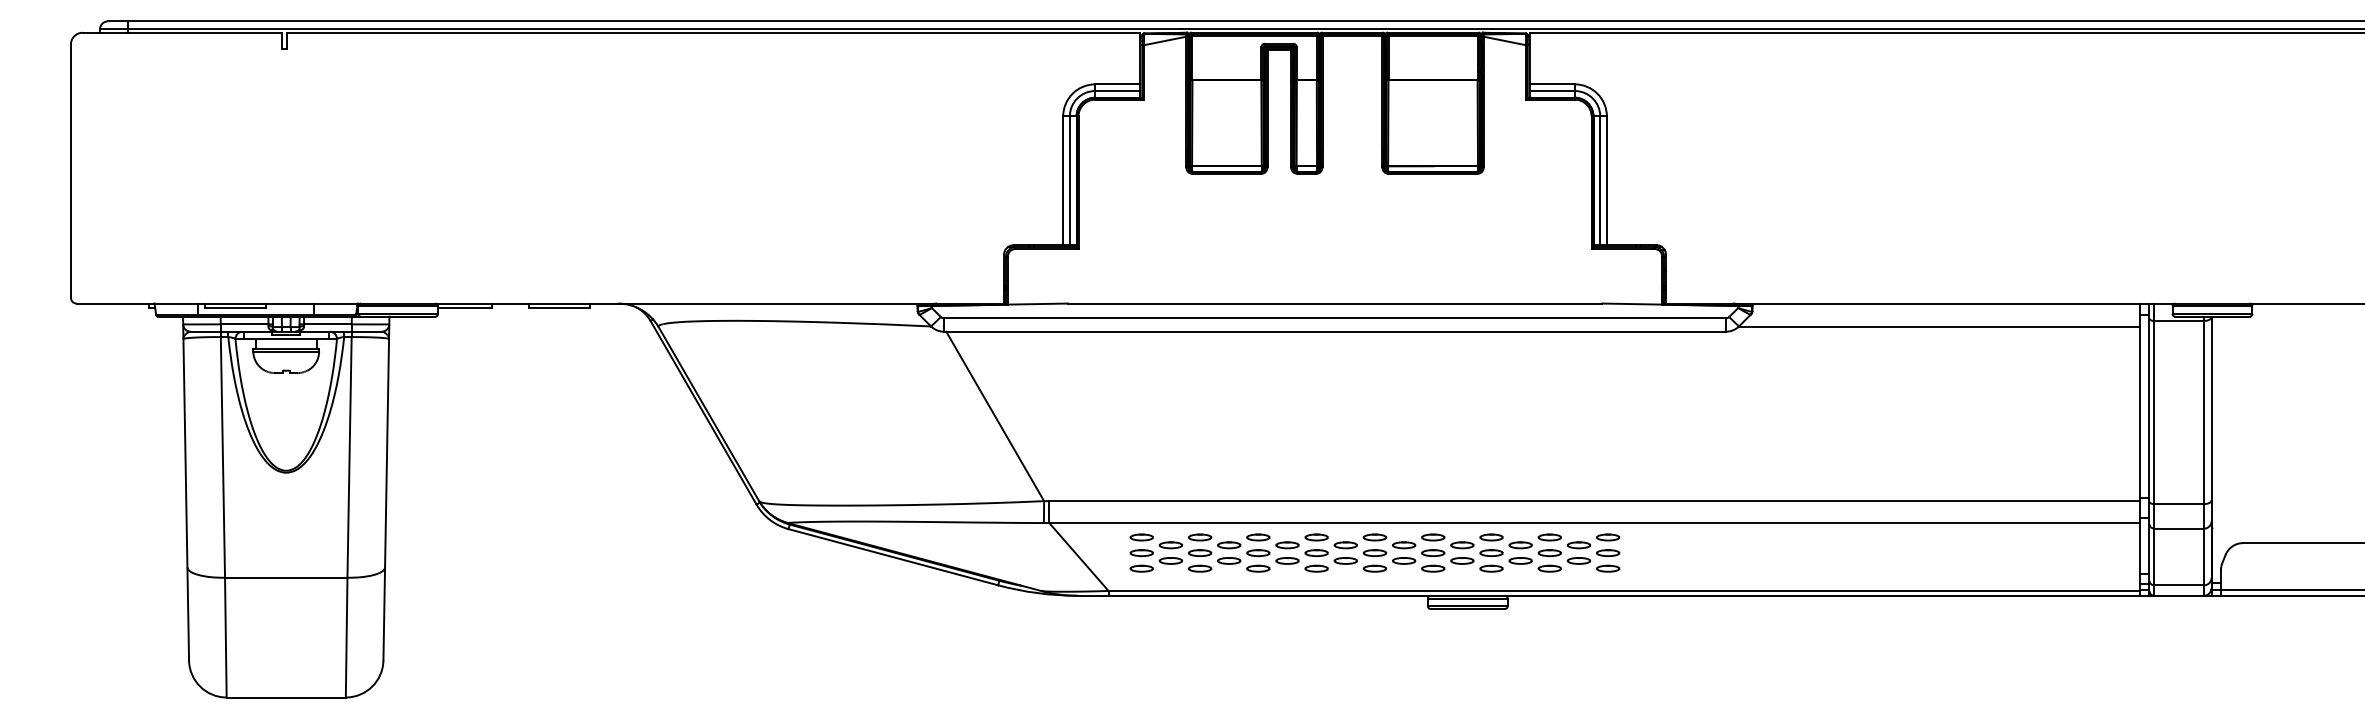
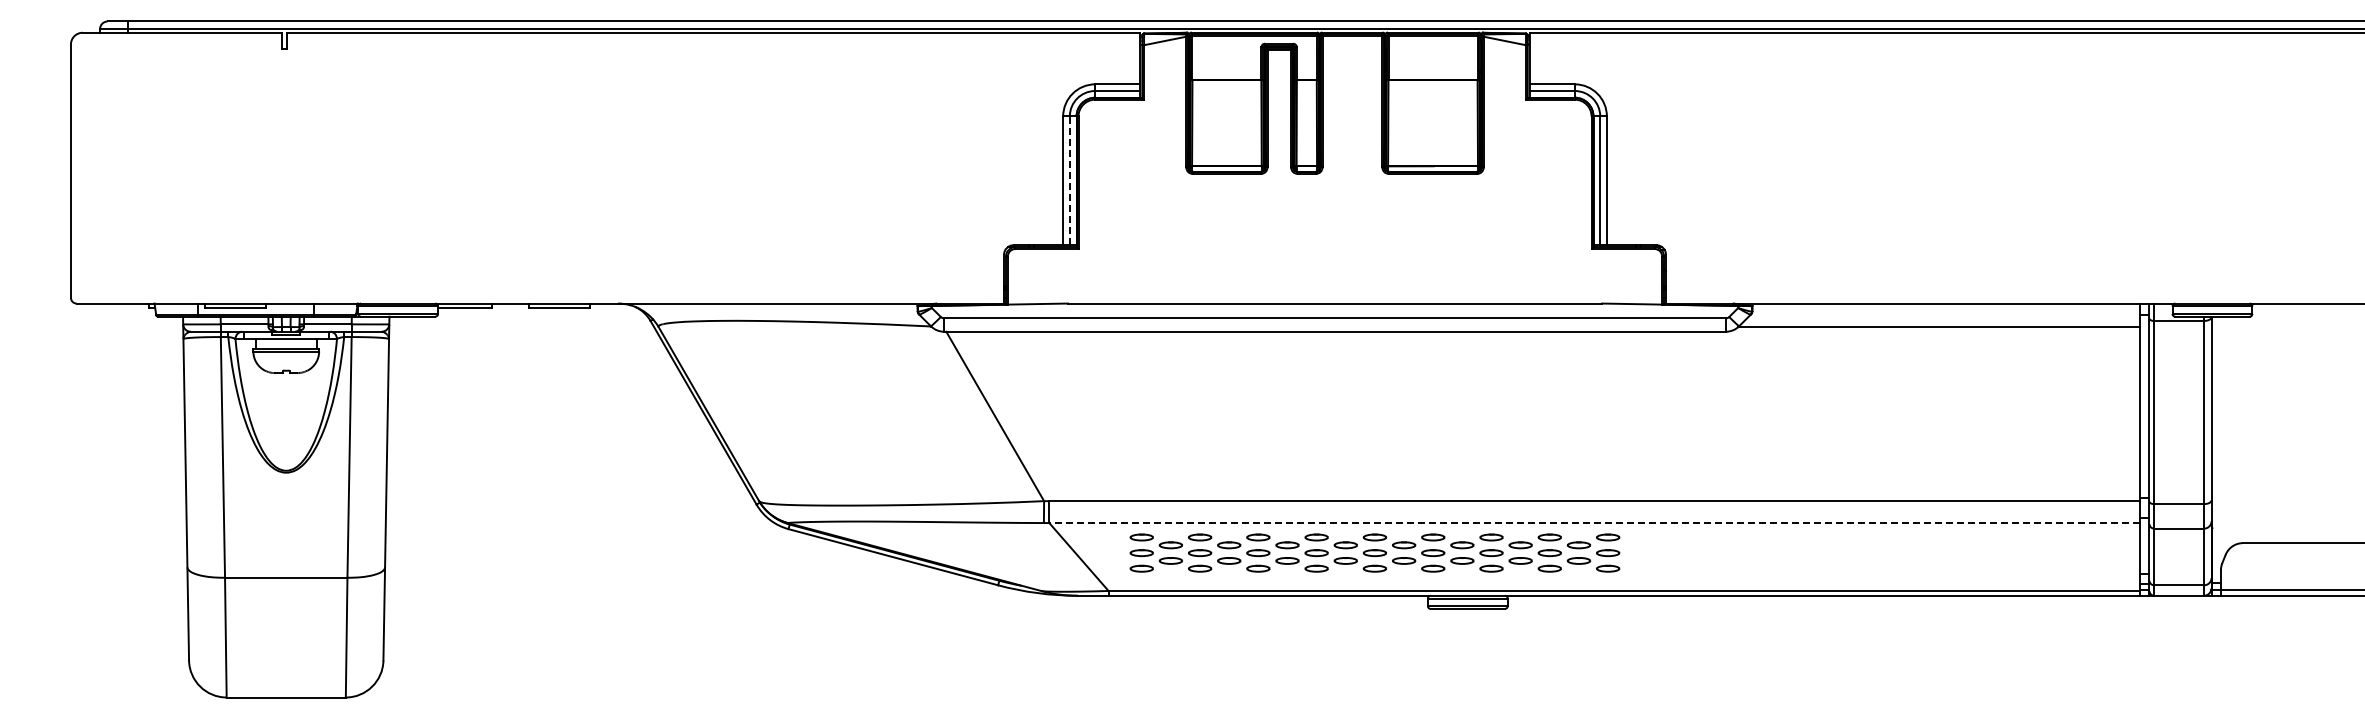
line at (1069, 180): solid -> dashed
line at (1594, 523): solid -> dashed
